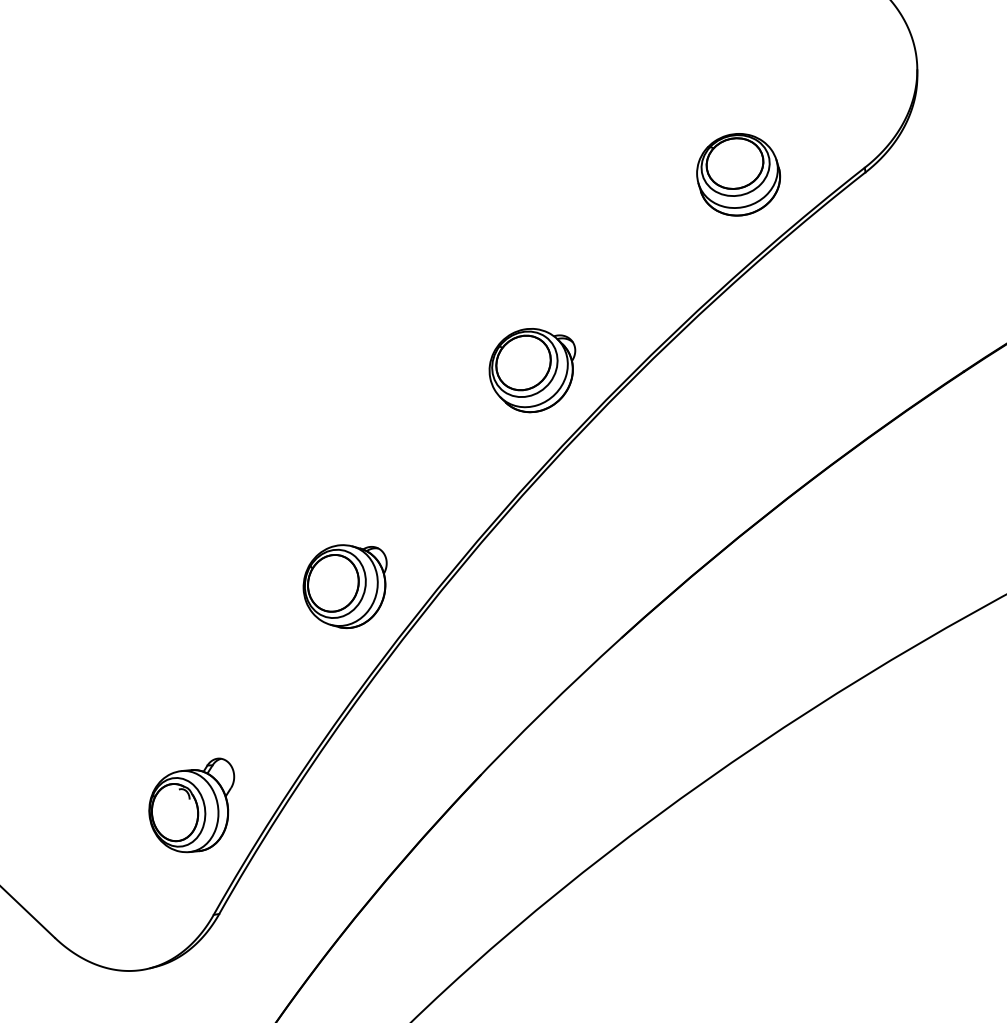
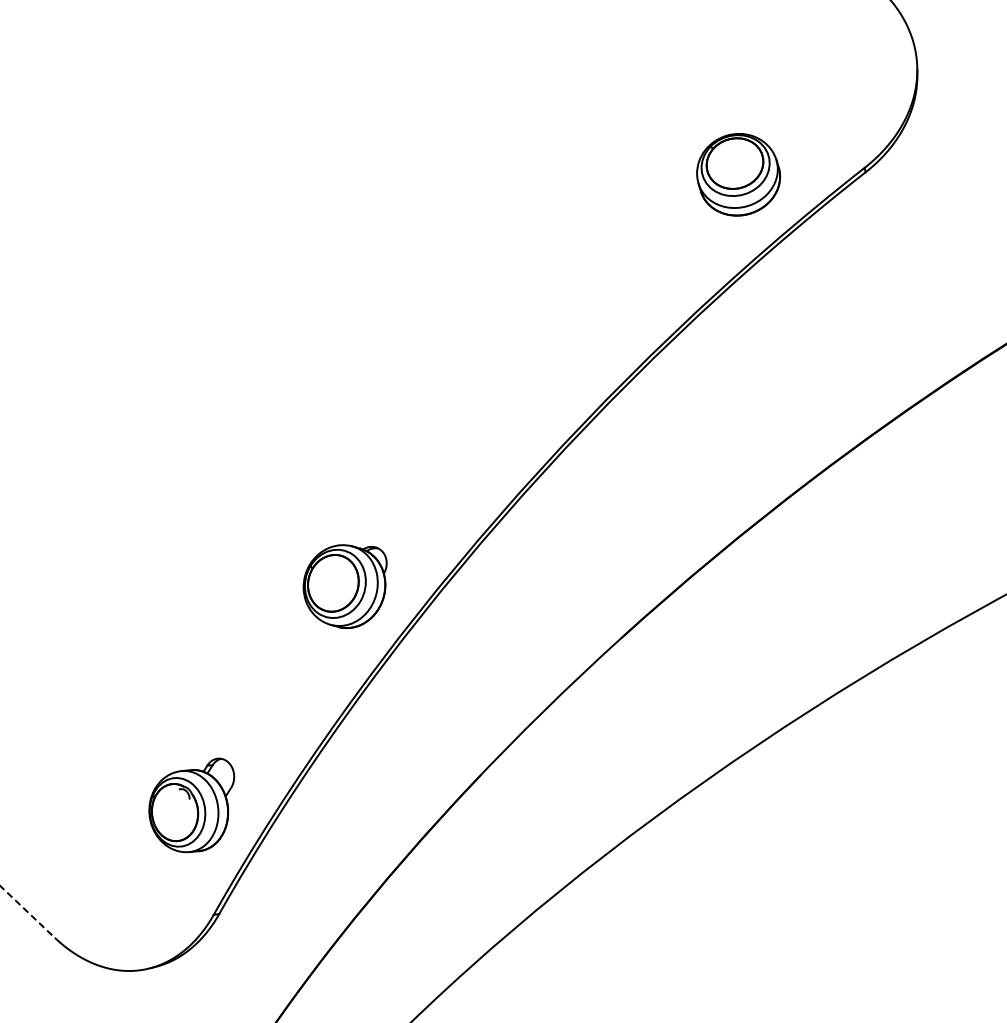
part at (532, 370): present -> none
line at (28, 912): solid -> dashed
